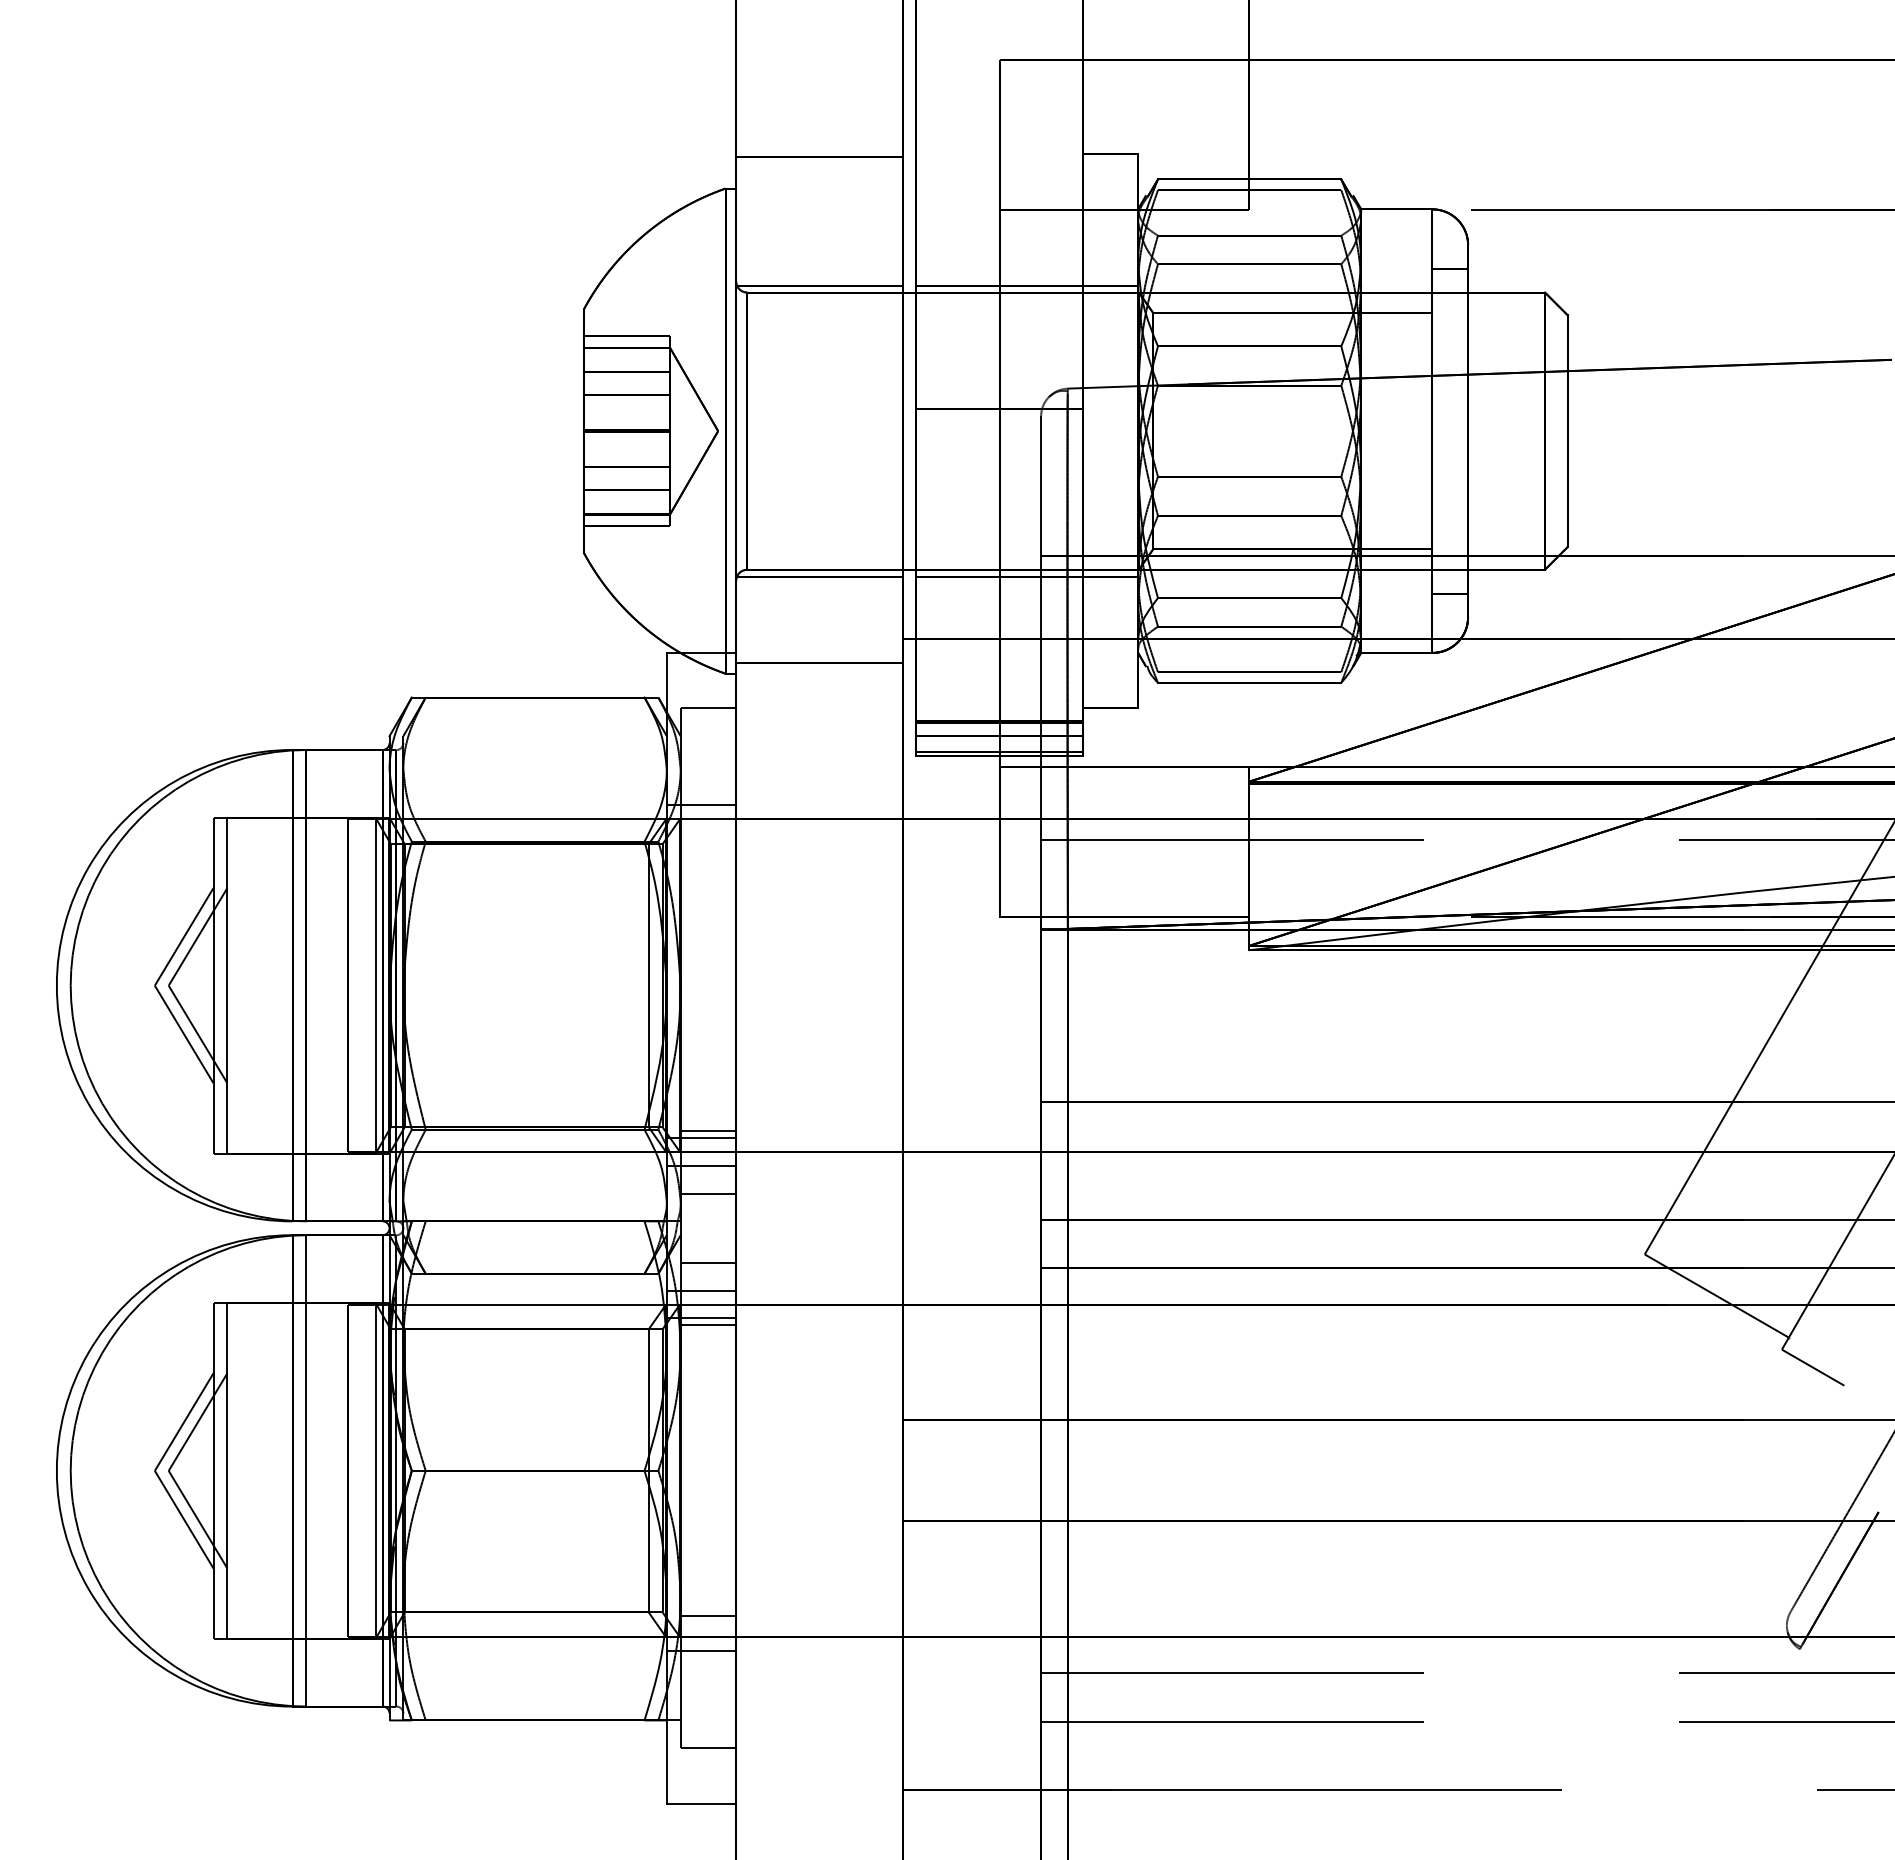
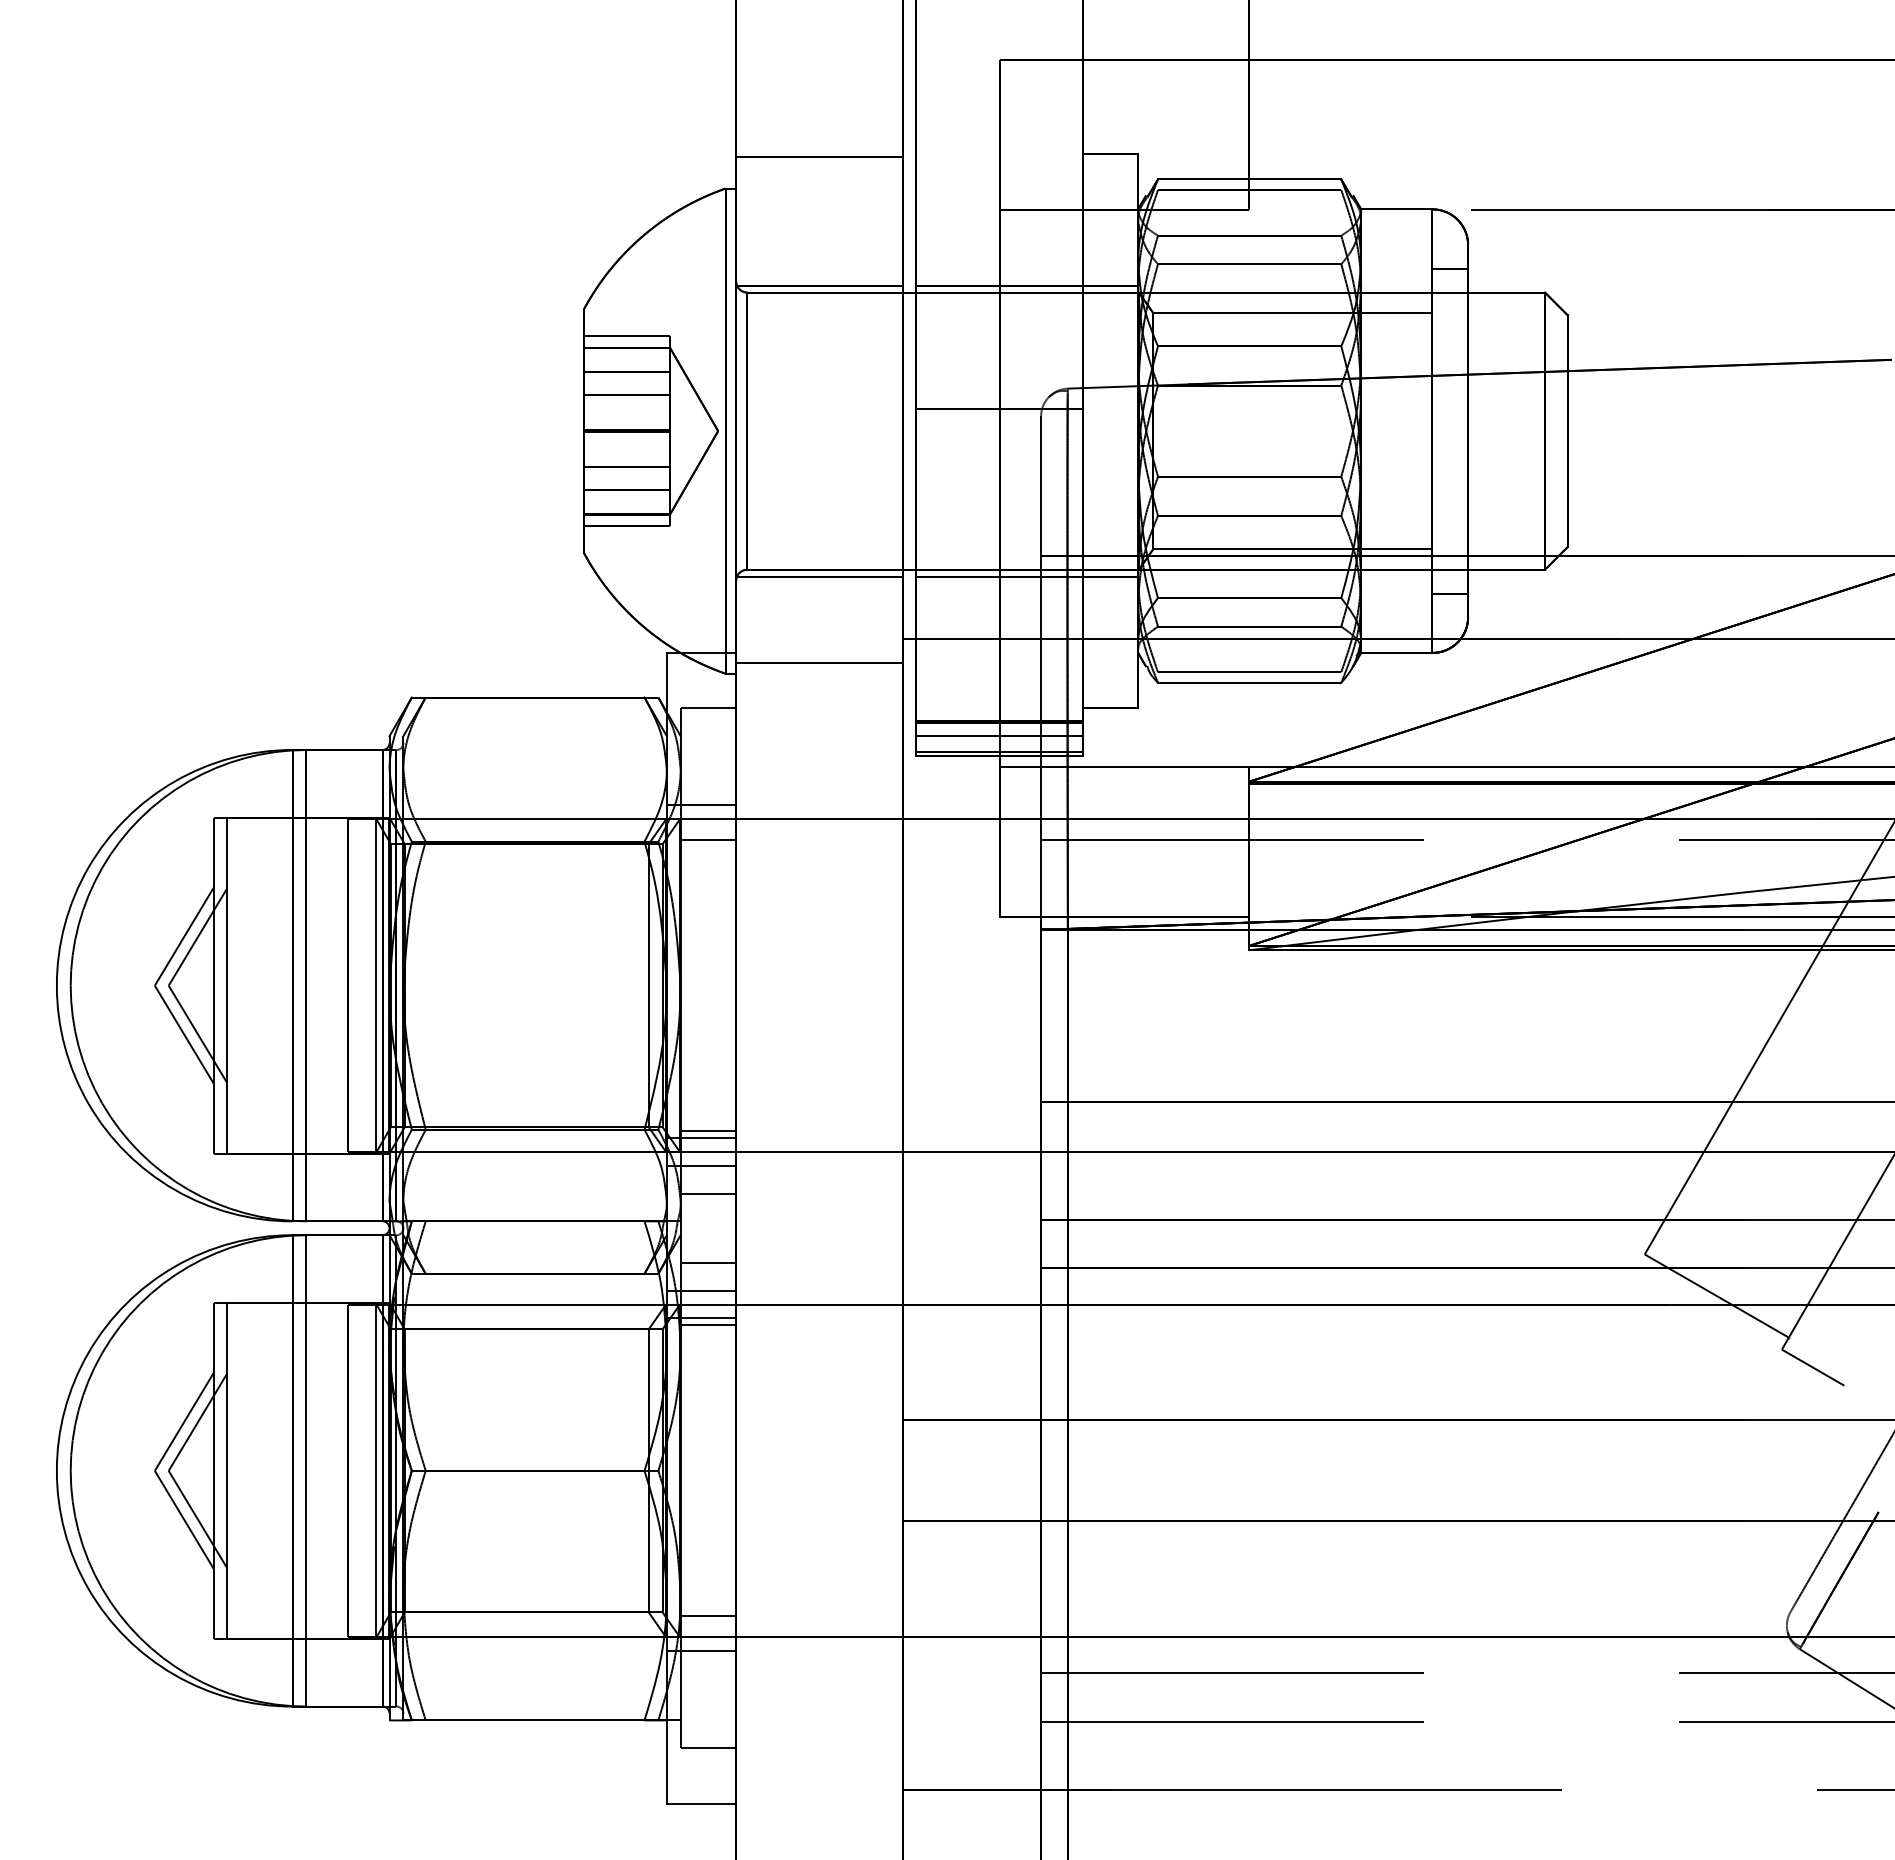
line at (708, 840): none -> present
line at (1845, 1677): none -> present
